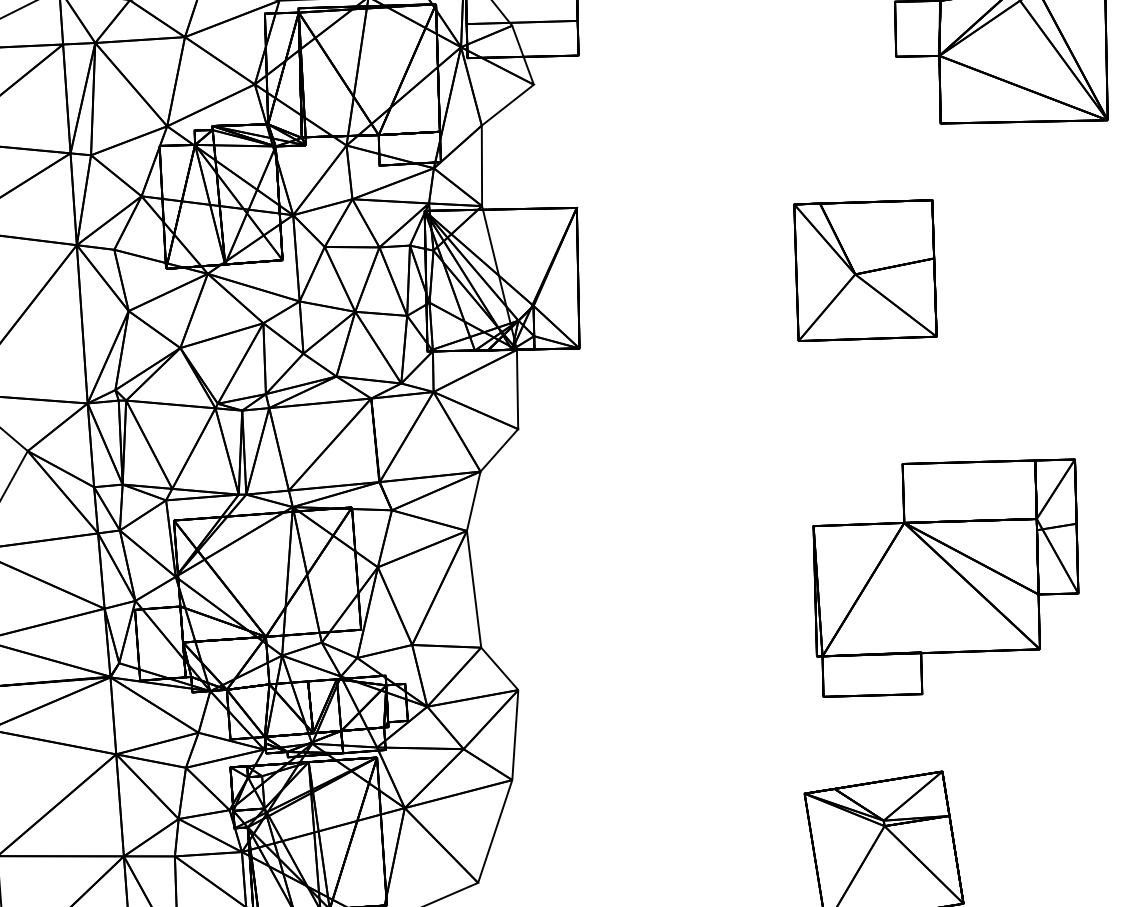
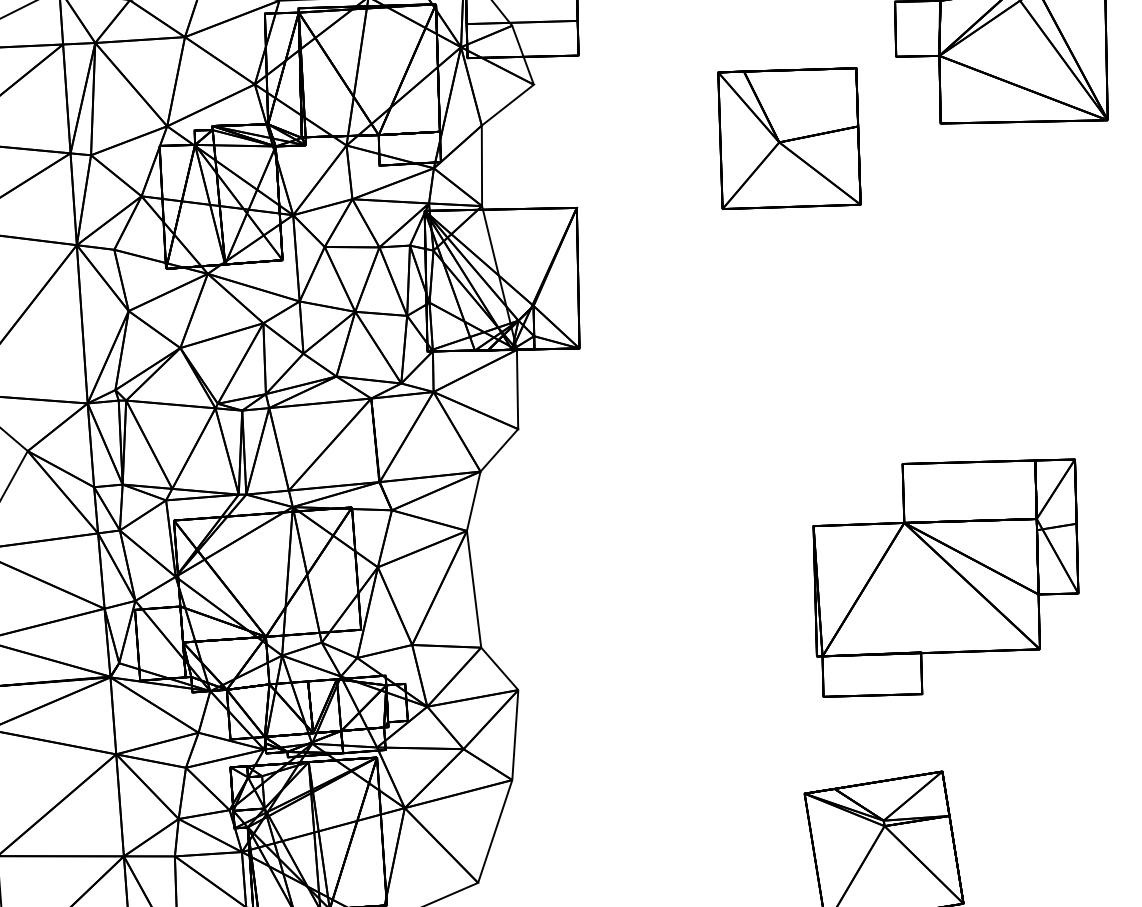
part at (865, 270) position: (865, 270) -> (789, 138)
